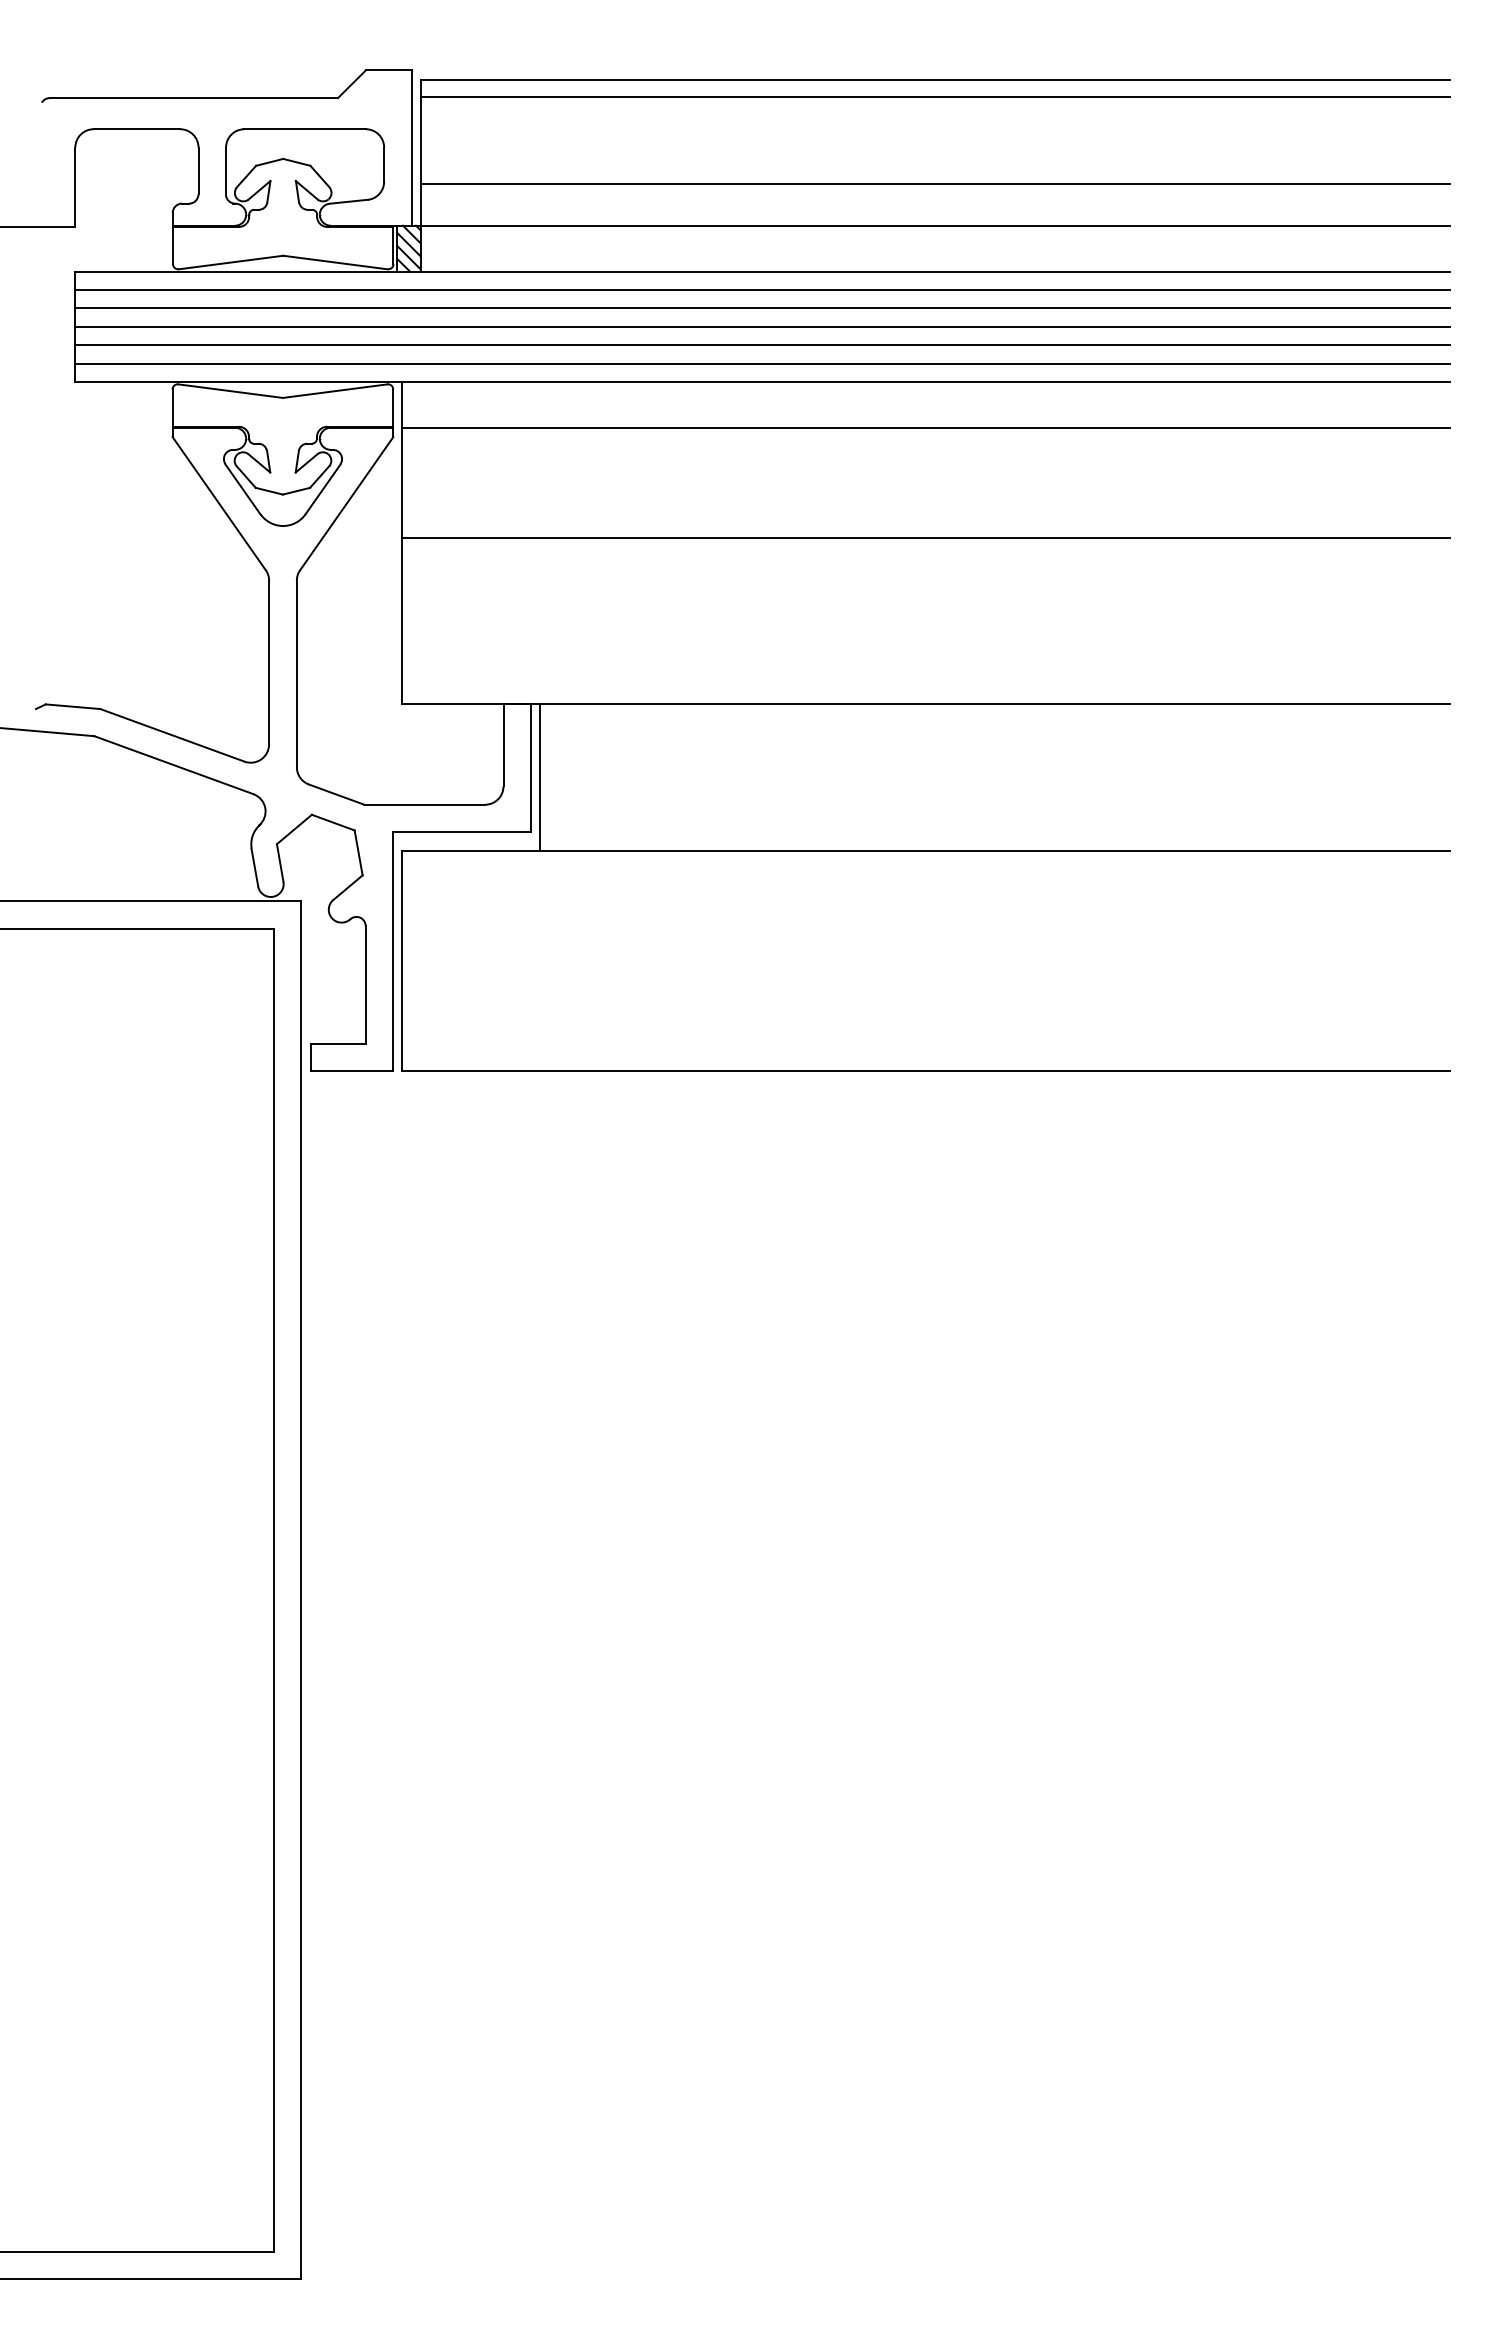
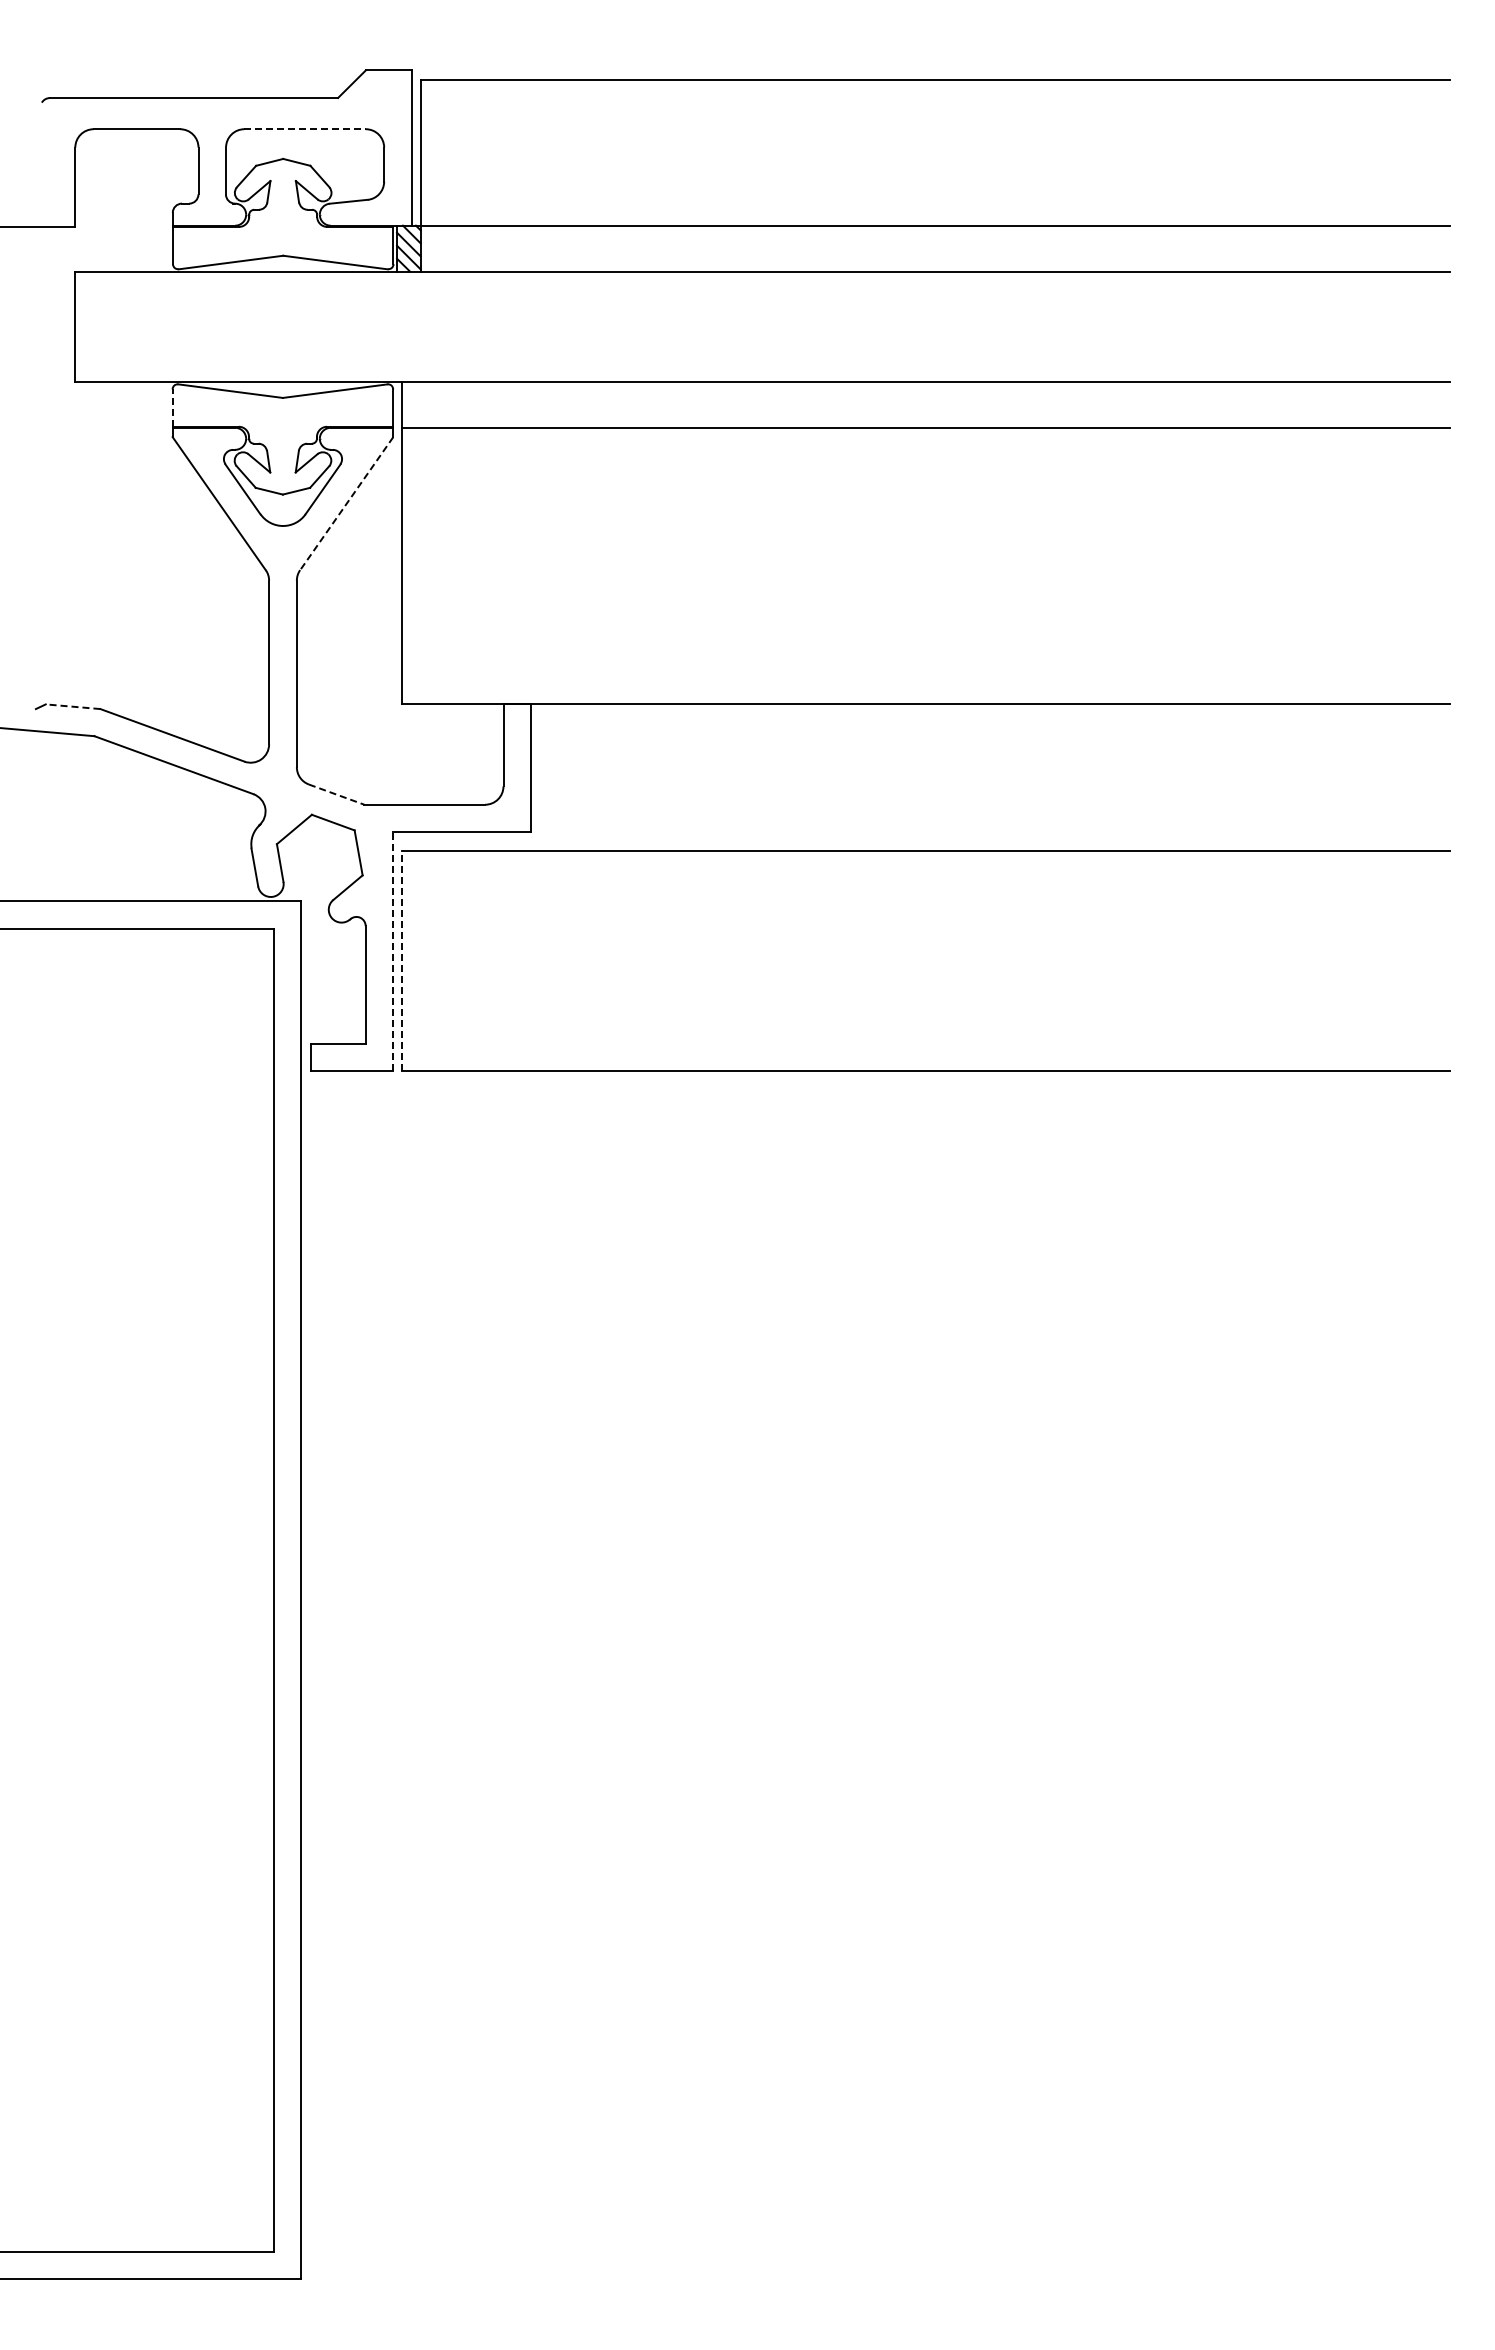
line at (935, 97): present -> none
line at (305, 129): solid -> dashed
line at (935, 184): present -> none
line at (762, 289): present -> none
line at (762, 308): present -> none
line at (762, 326): present -> none
line at (762, 345): present -> none
line at (762, 363): present -> none
line at (172, 408): solid -> dashed
line at (346, 504): solid -> dashed
line at (926, 538): present -> none
line at (72, 706): solid -> dashed
line at (540, 776): present -> none
line at (336, 794): solid -> dashed
line at (393, 951): solid -> dashed
line at (402, 960): solid -> dashed
